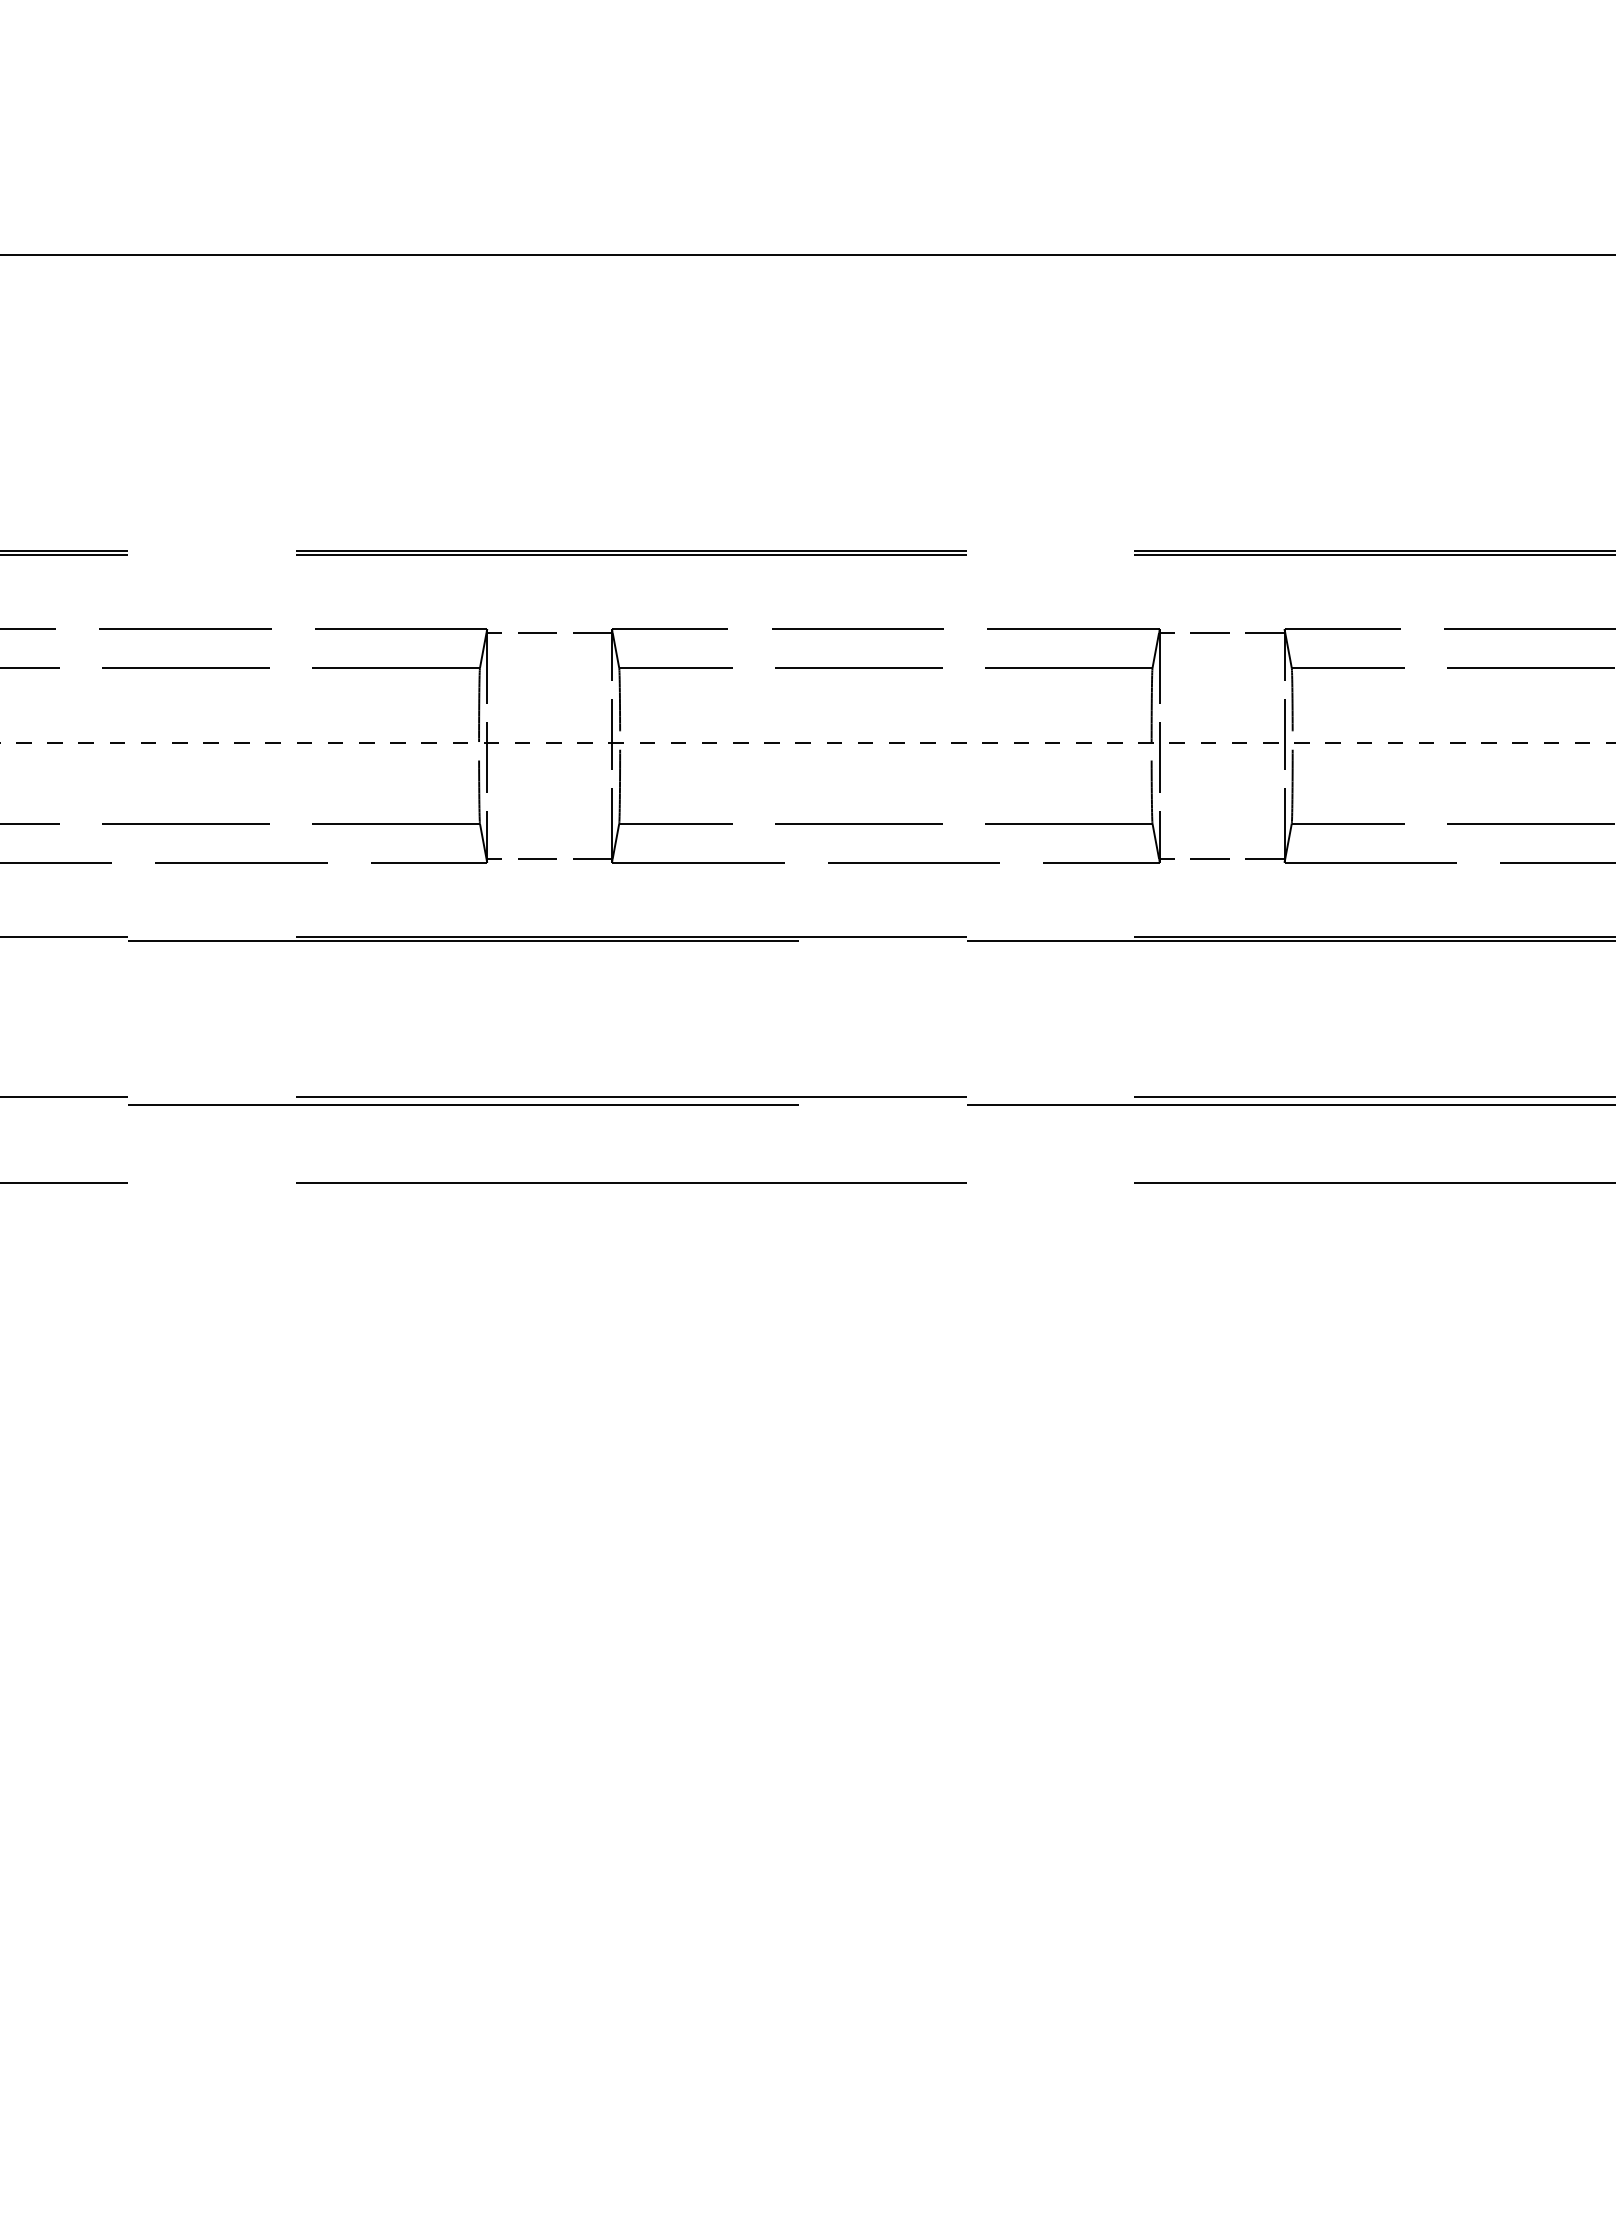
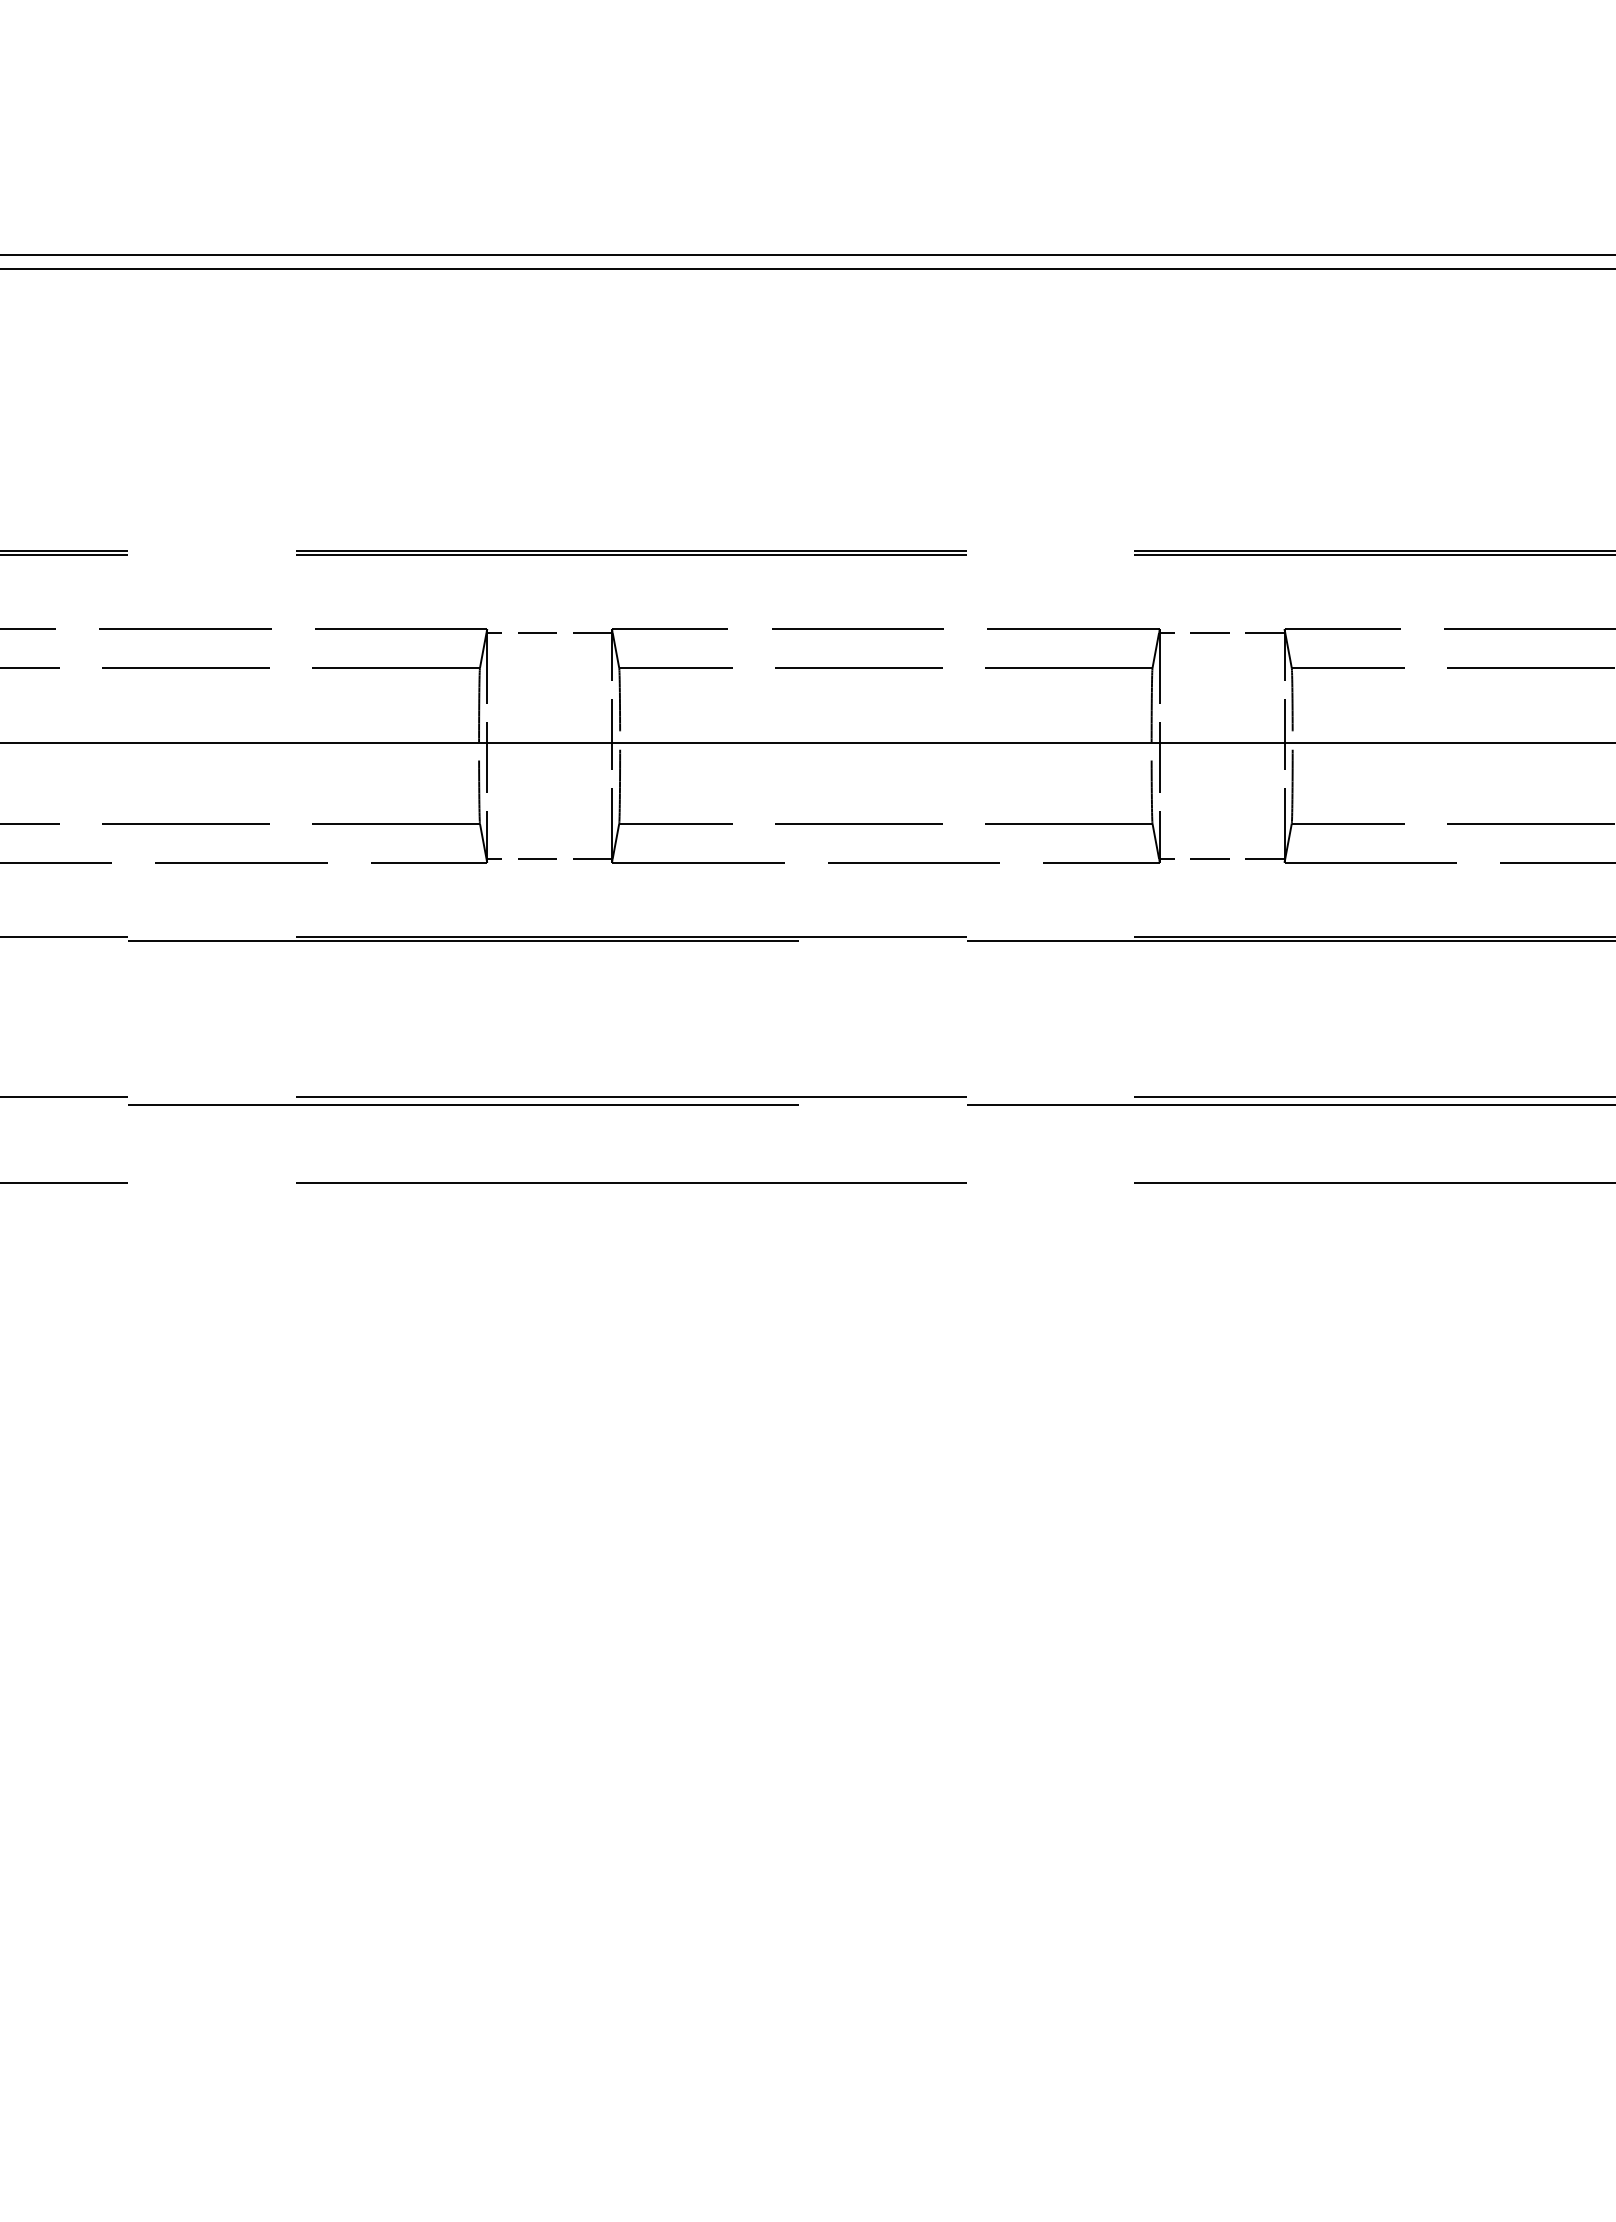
line at (807, 269): none -> present
line at (807, 742): dashed -> solid
